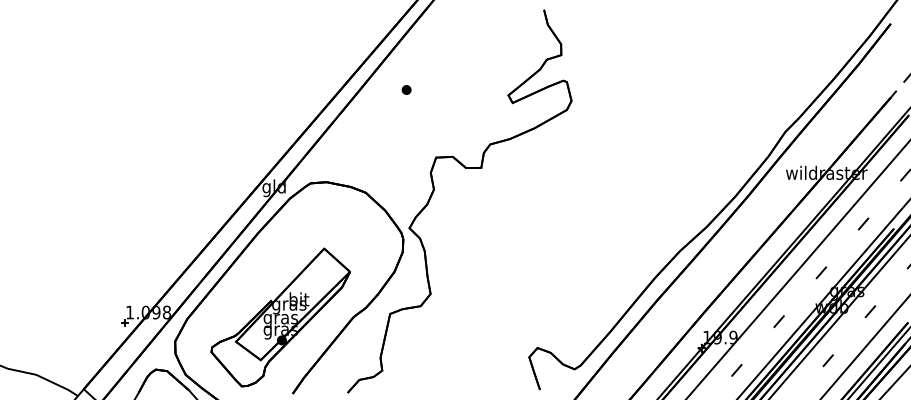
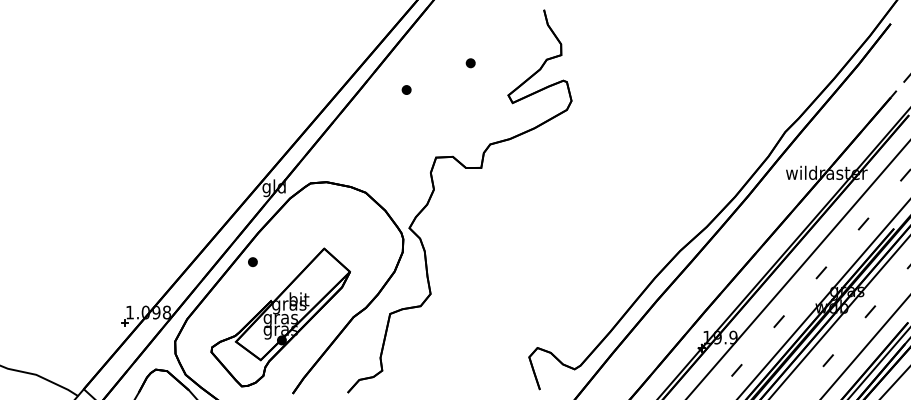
part at (470, 63): none -> present
part at (252, 262): none -> present
